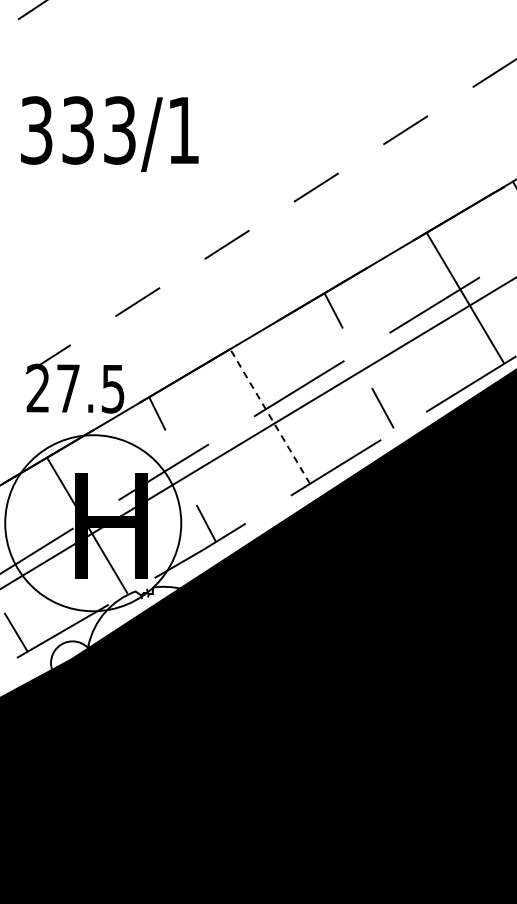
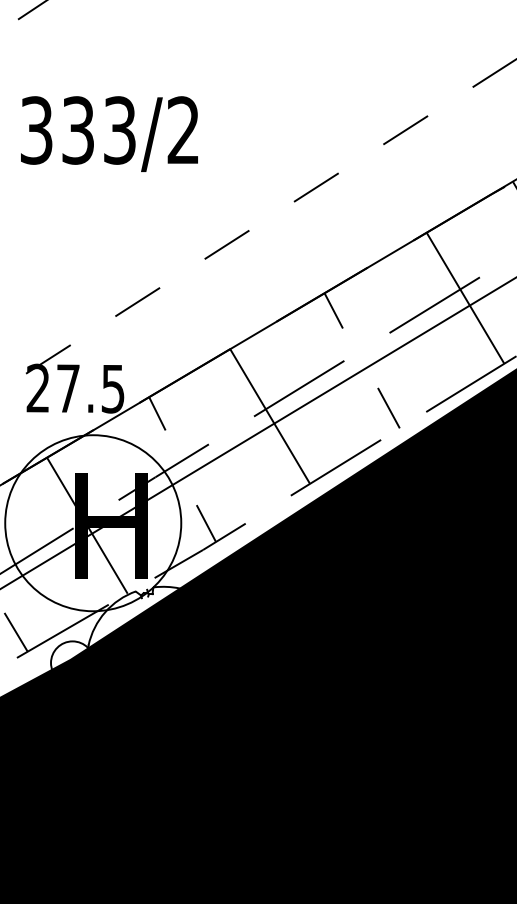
text at (182, 129): 333/1 -> 333/2
line at (382, 407) position: (382, 407) -> (388, 407)
line at (269, 416): dashed -> solid
